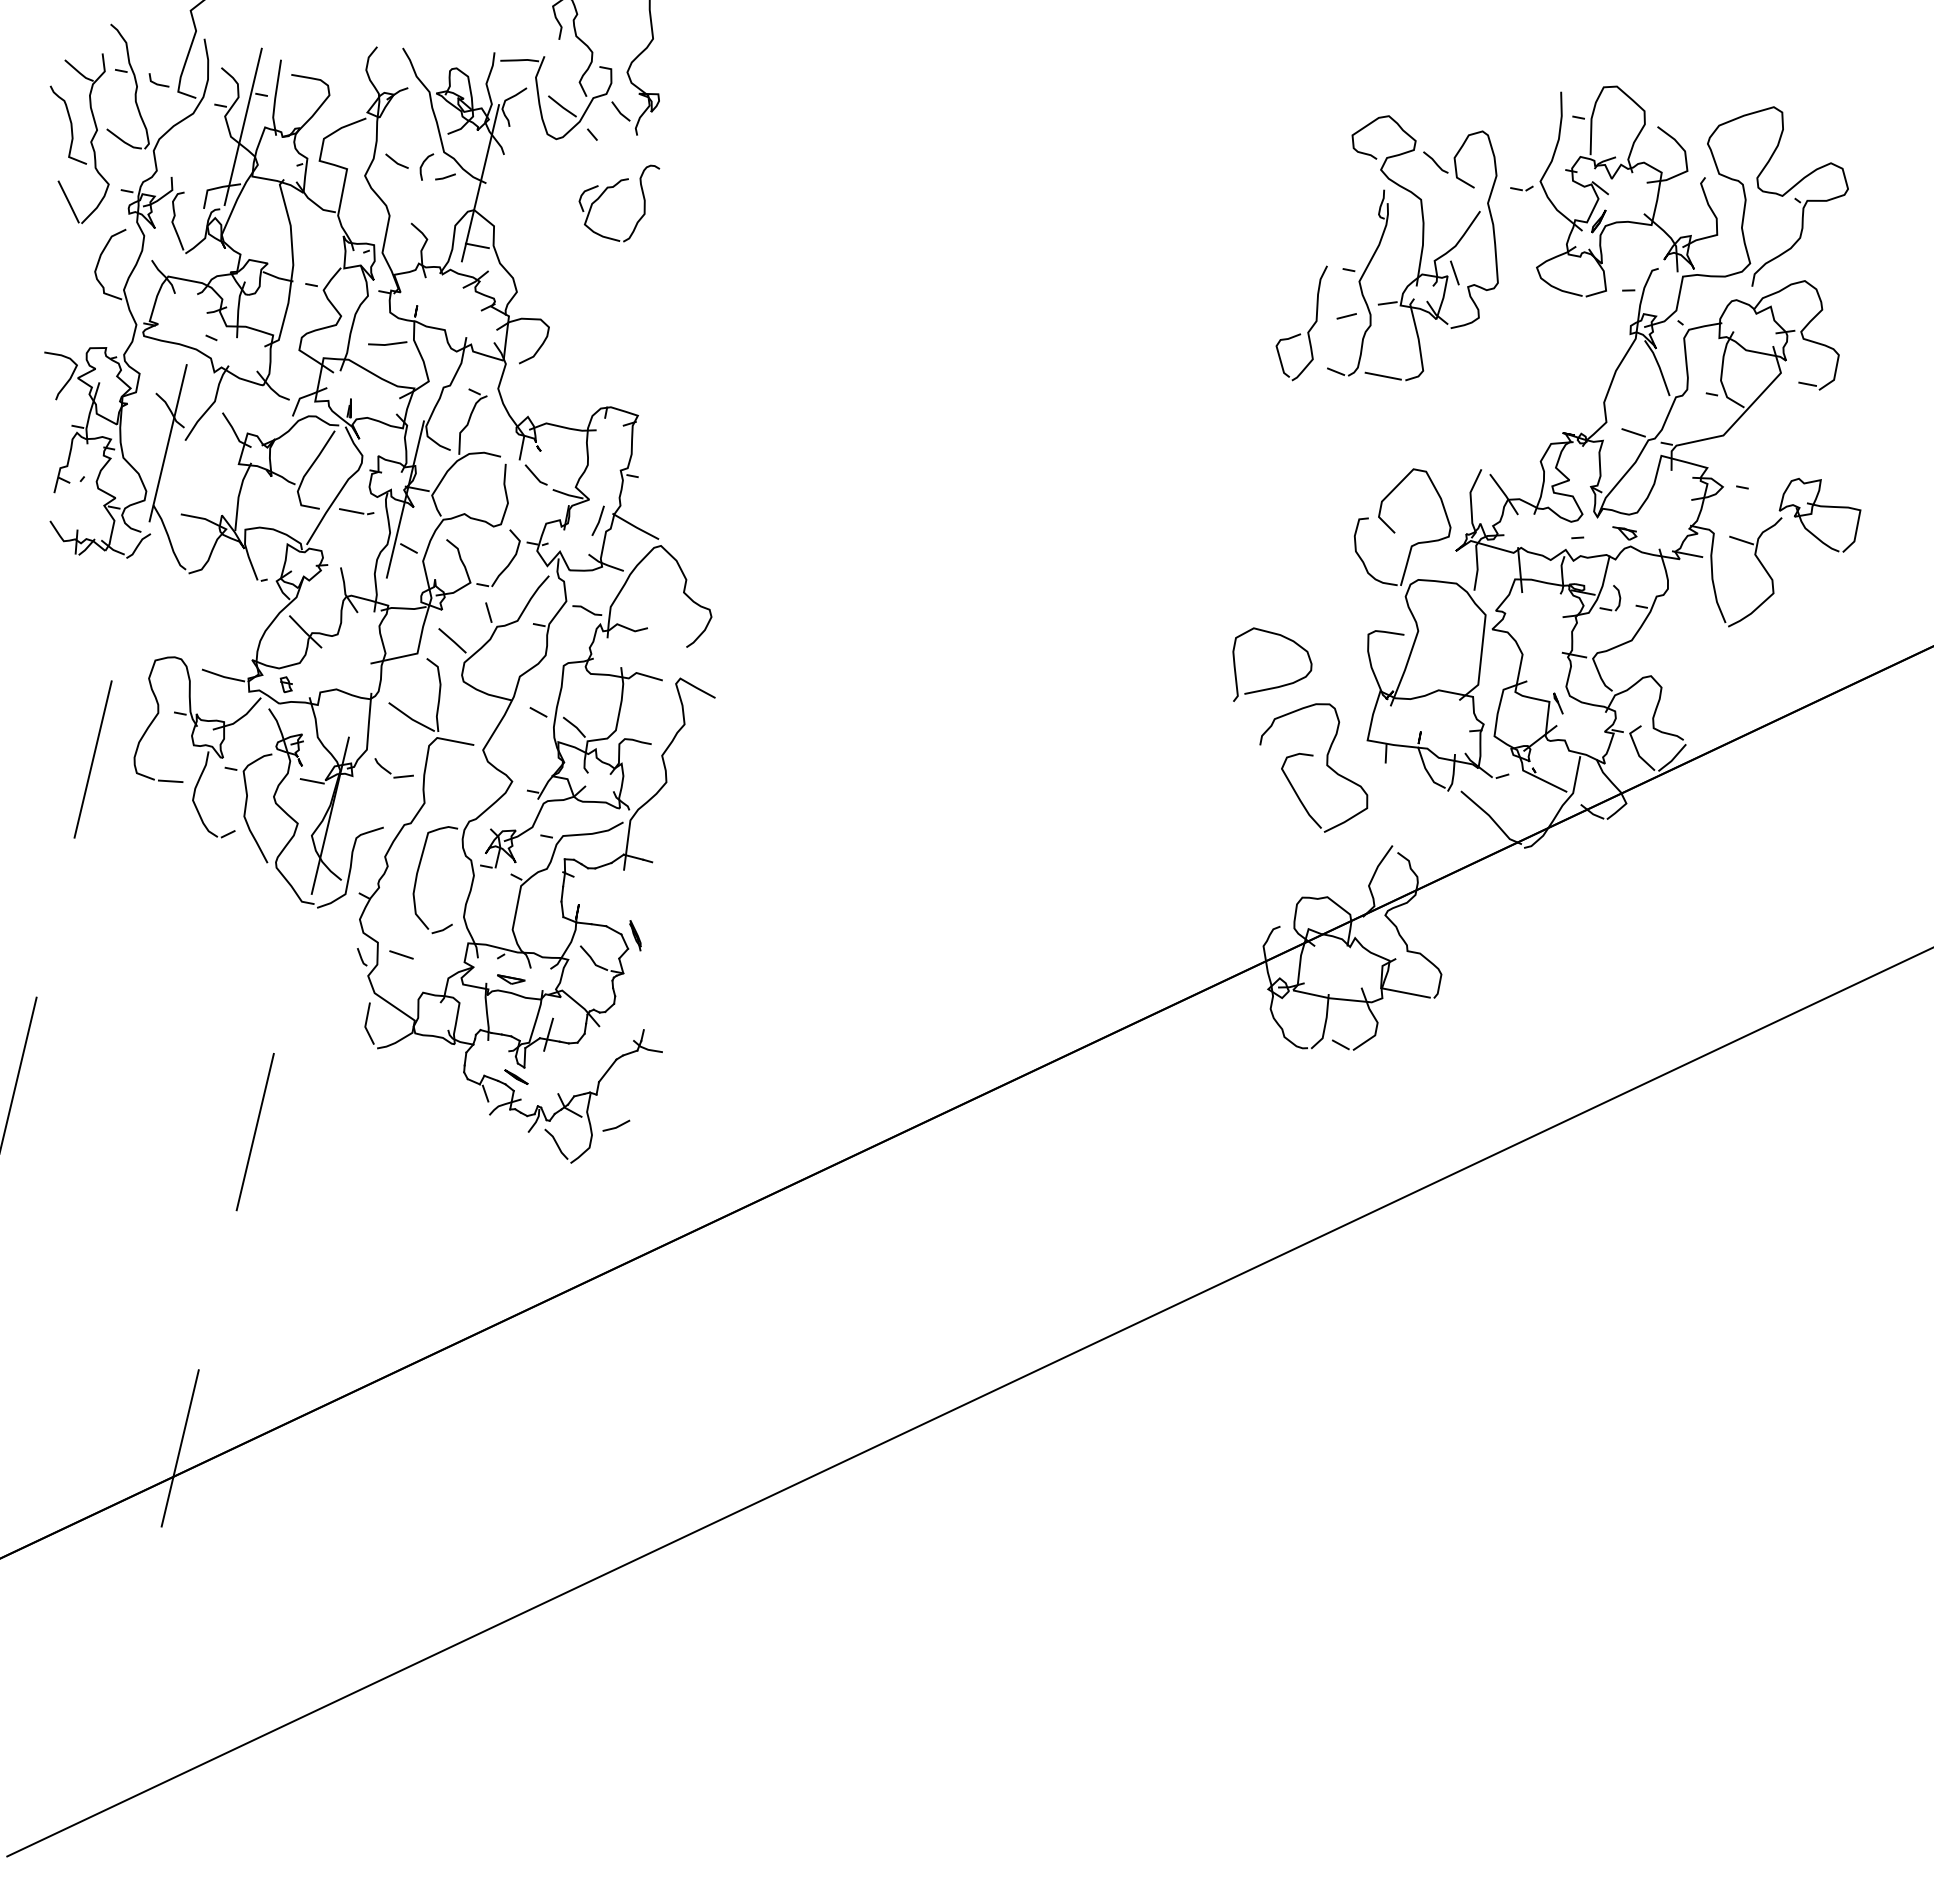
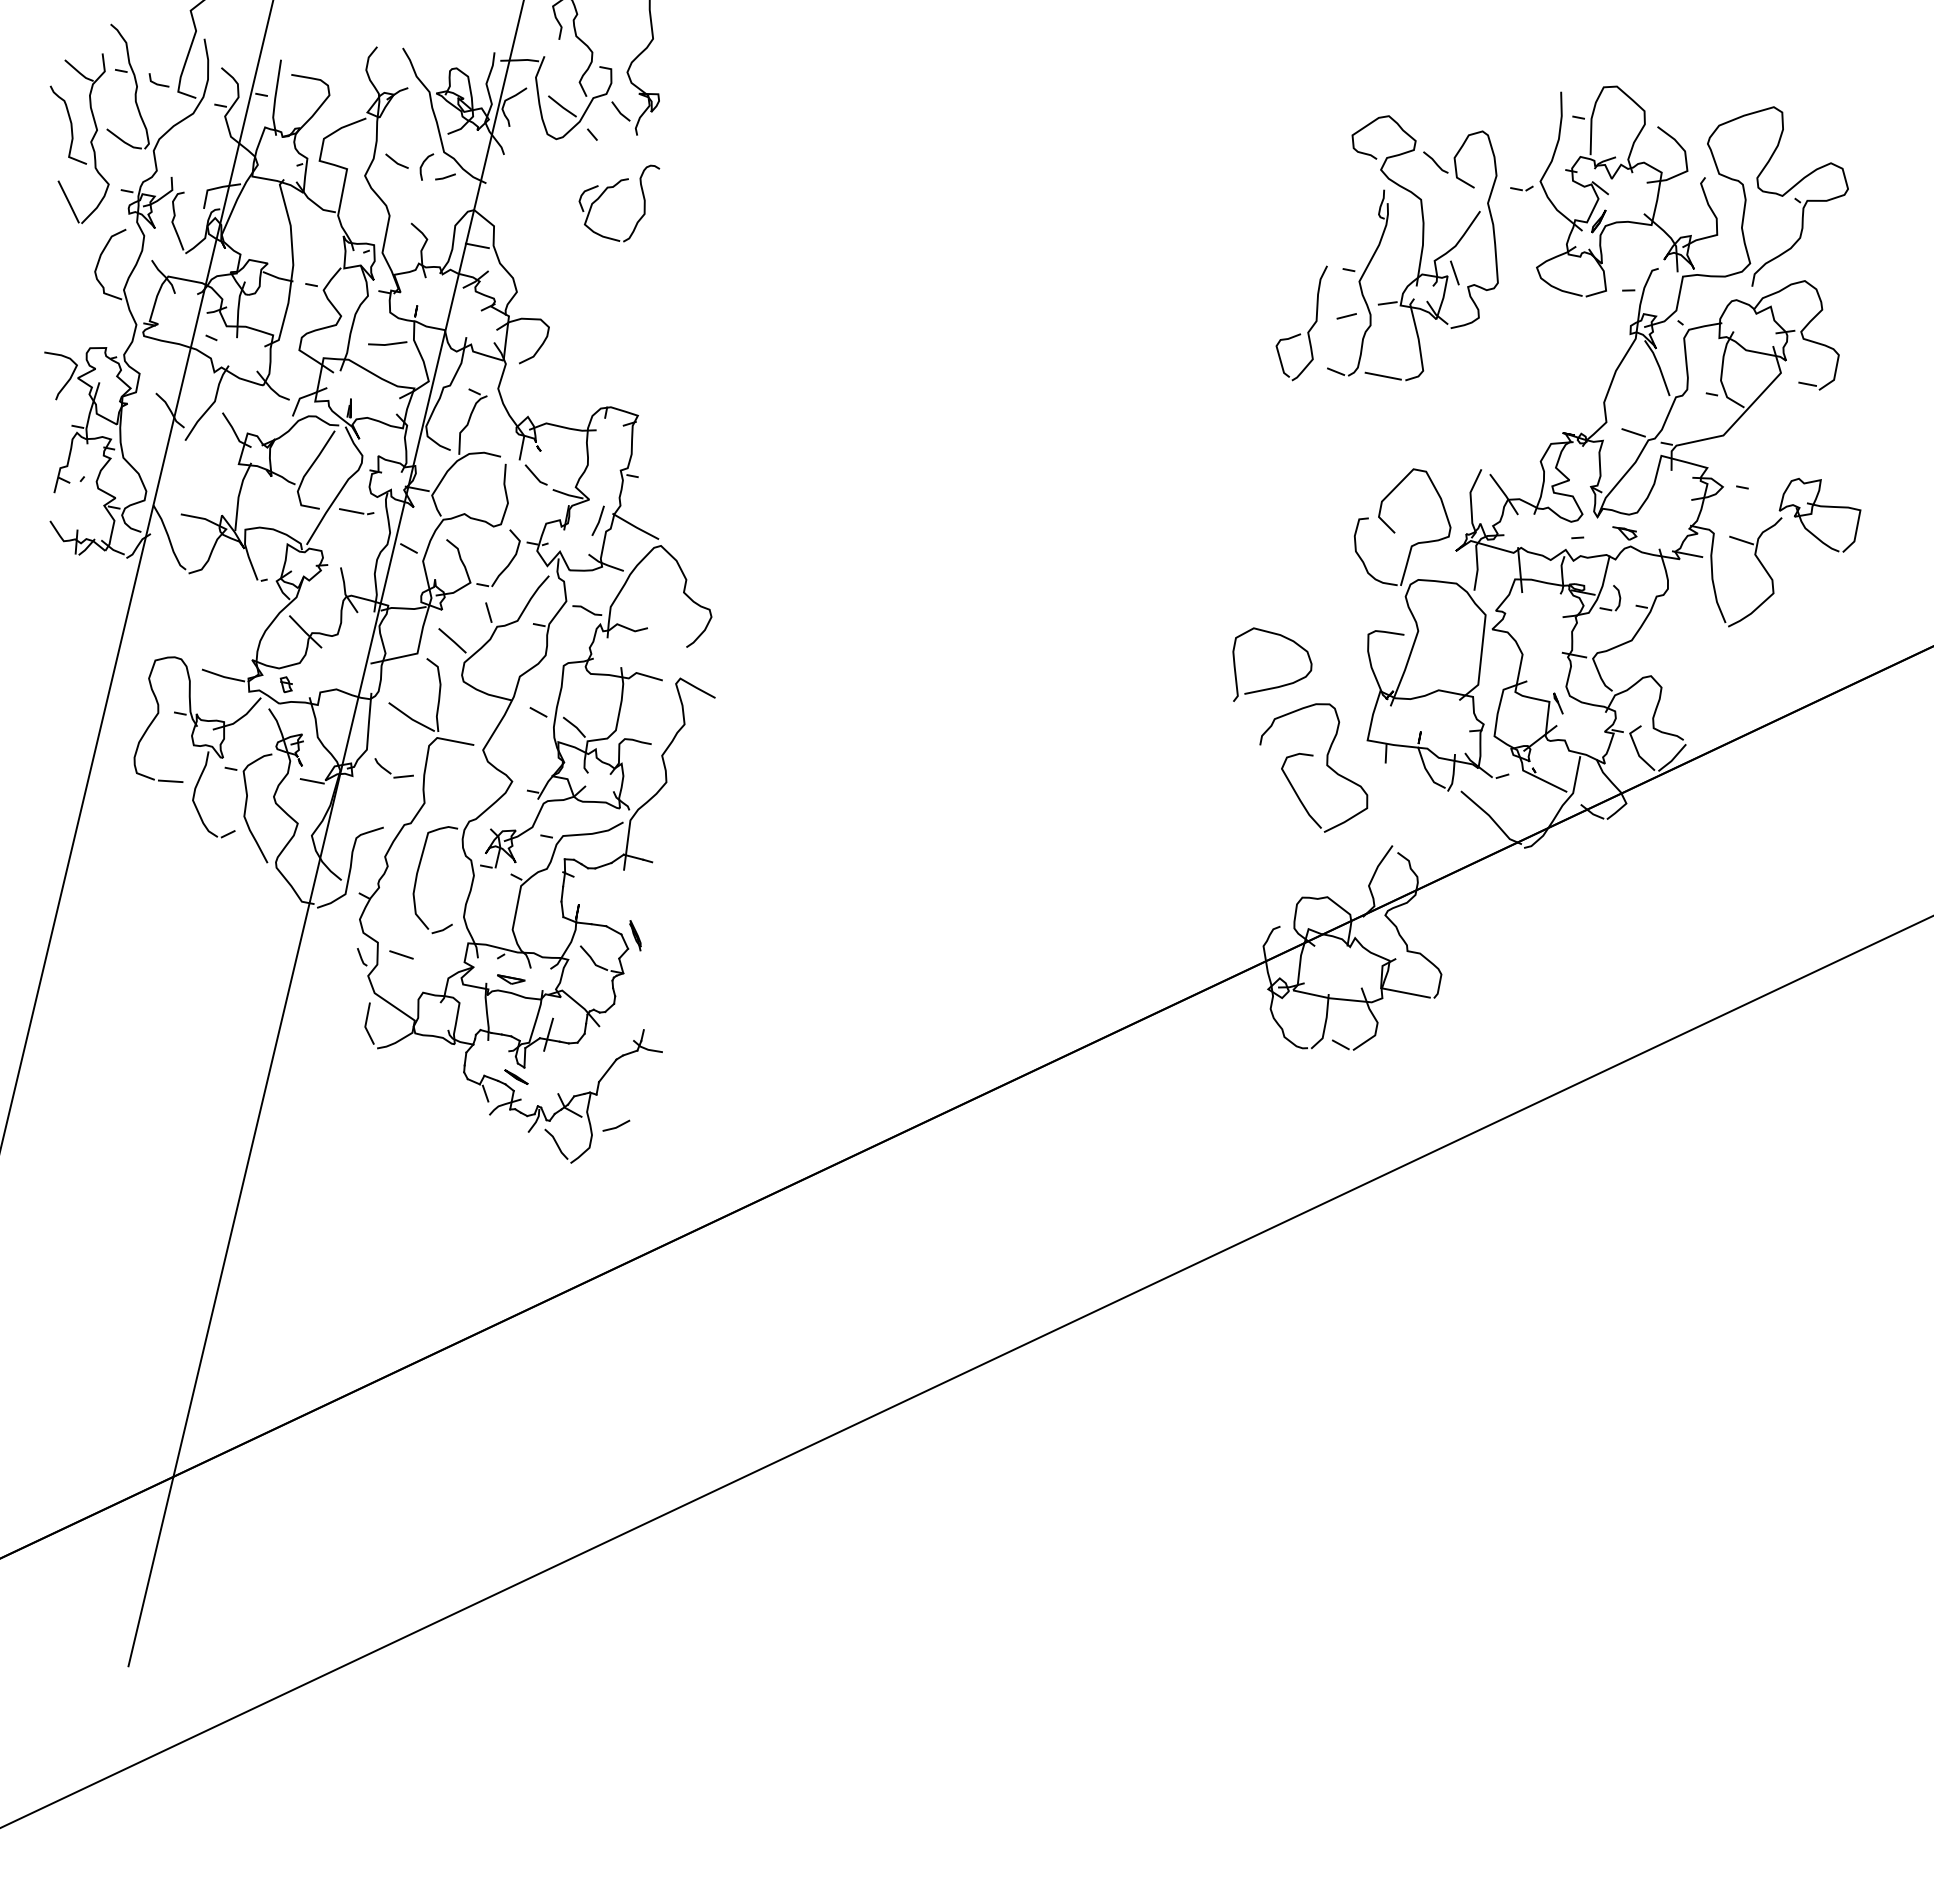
line at (136, 576): dashed -> solid
line at (326, 833): dashed -> solid
line at (968, 1402) position: (968, 1402) -> (966, 1372)
